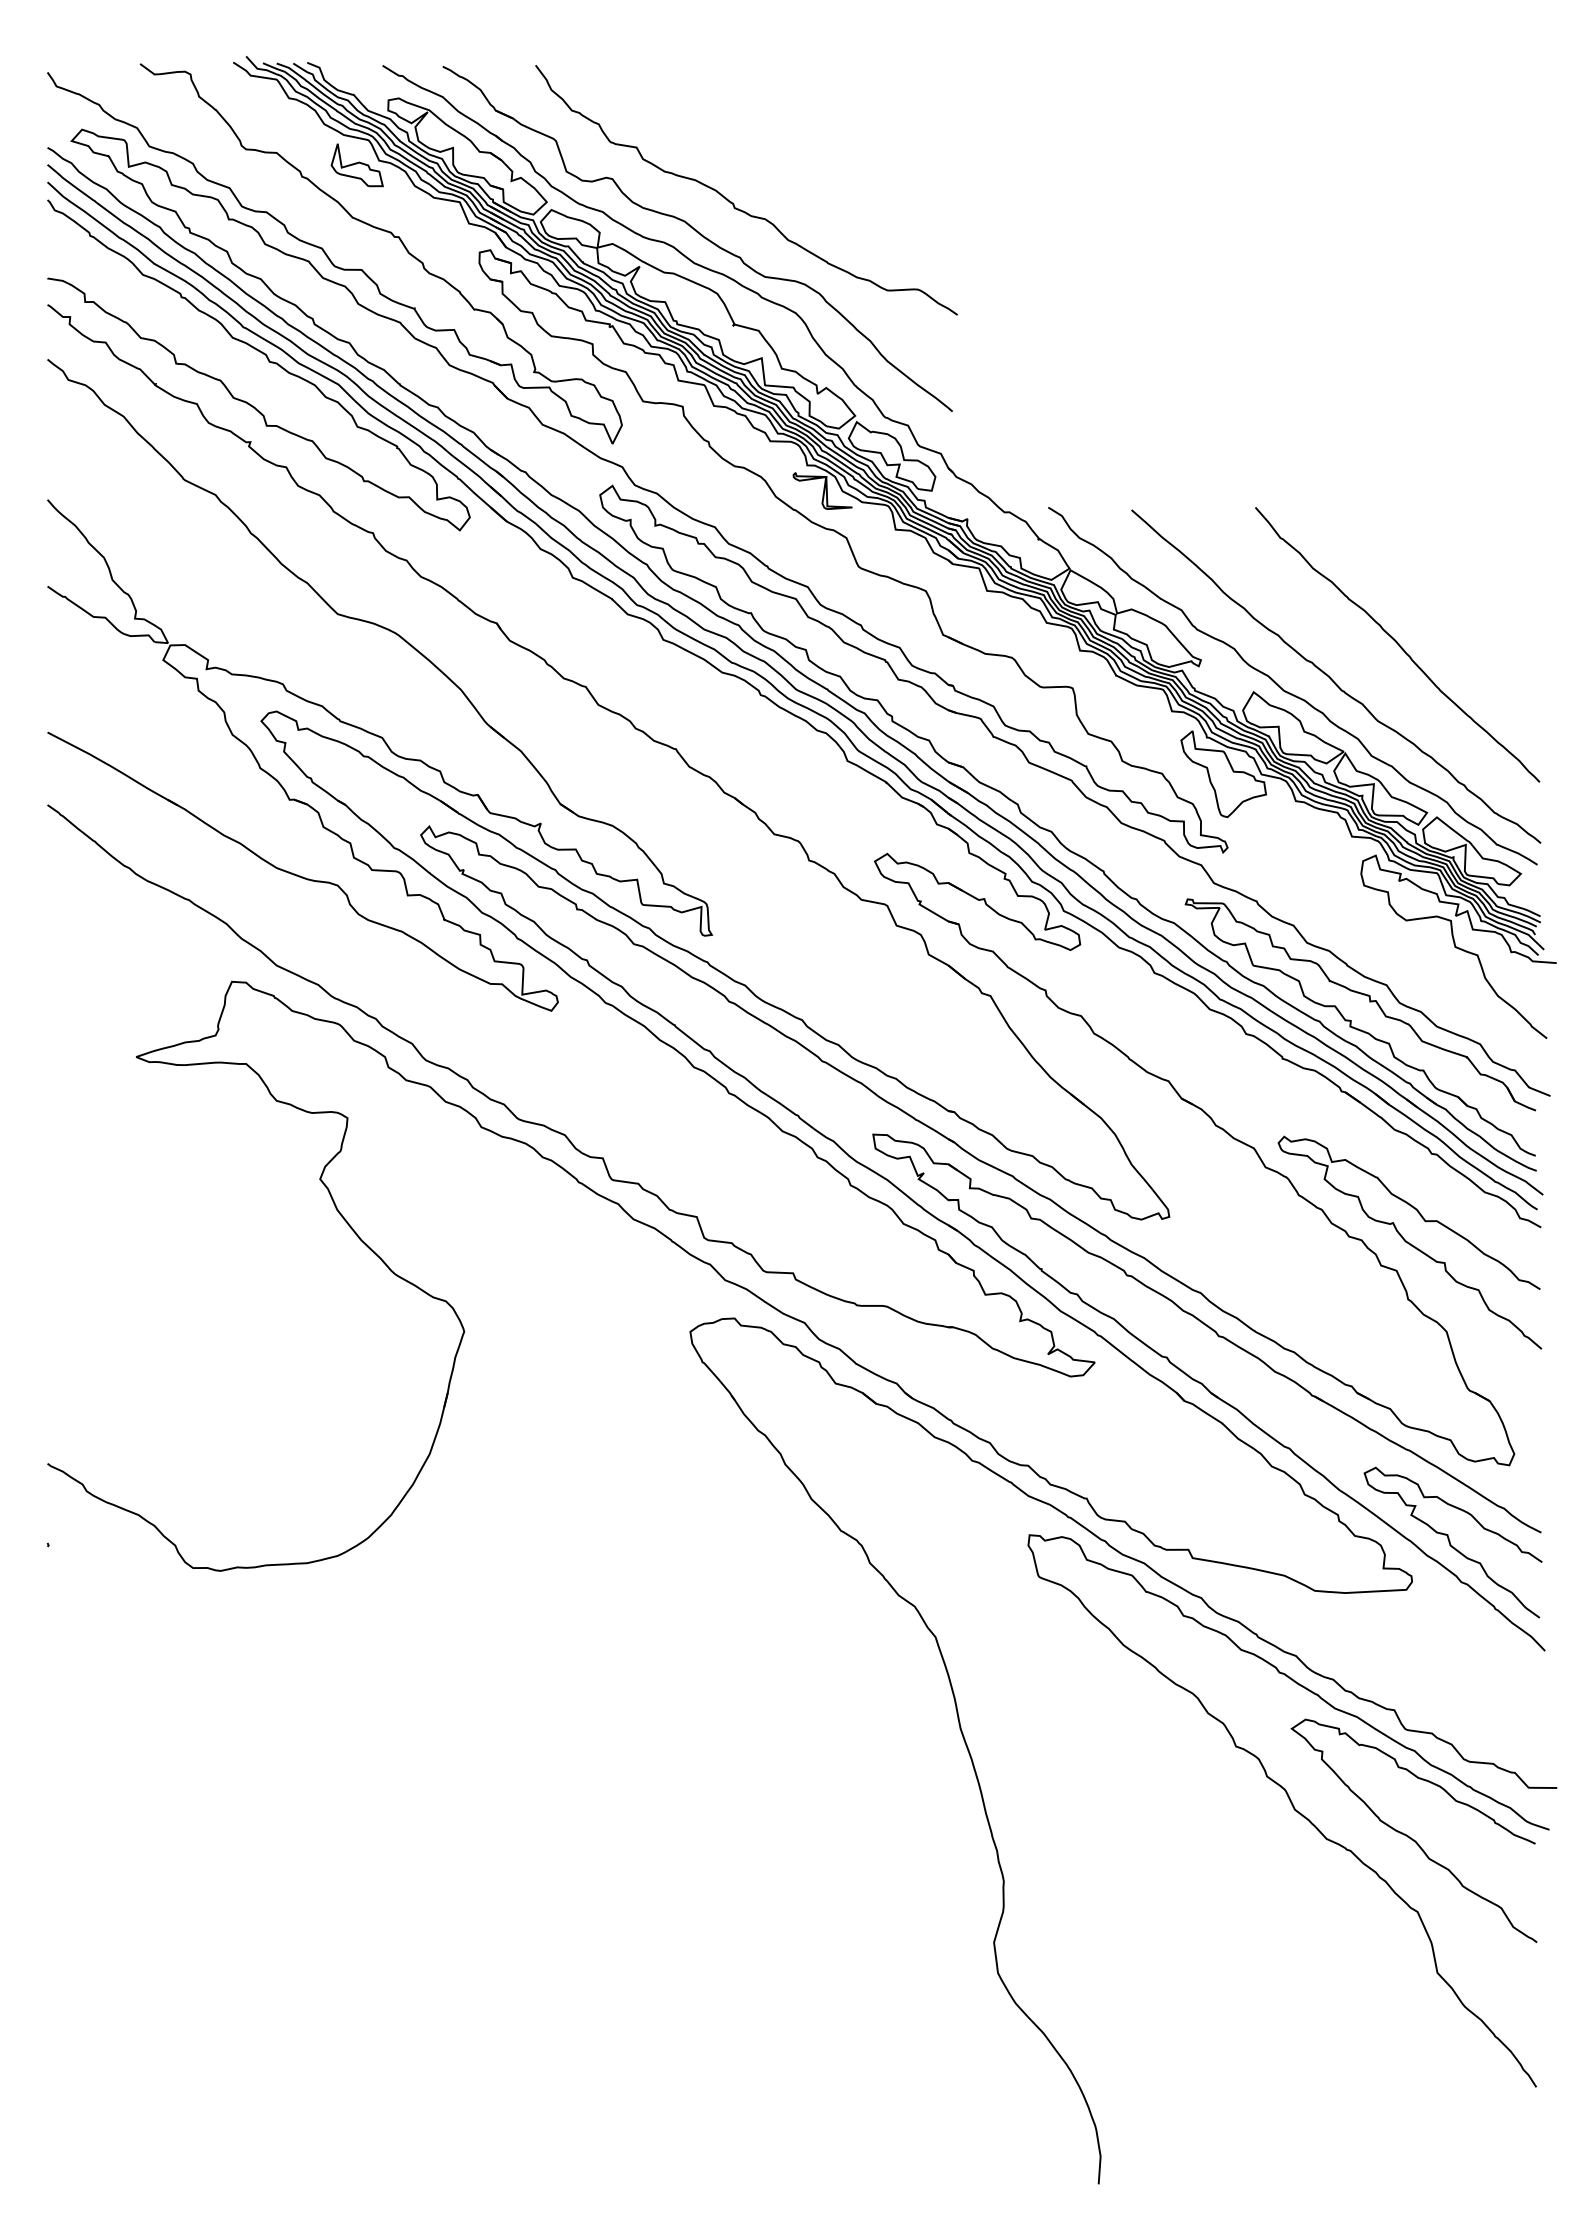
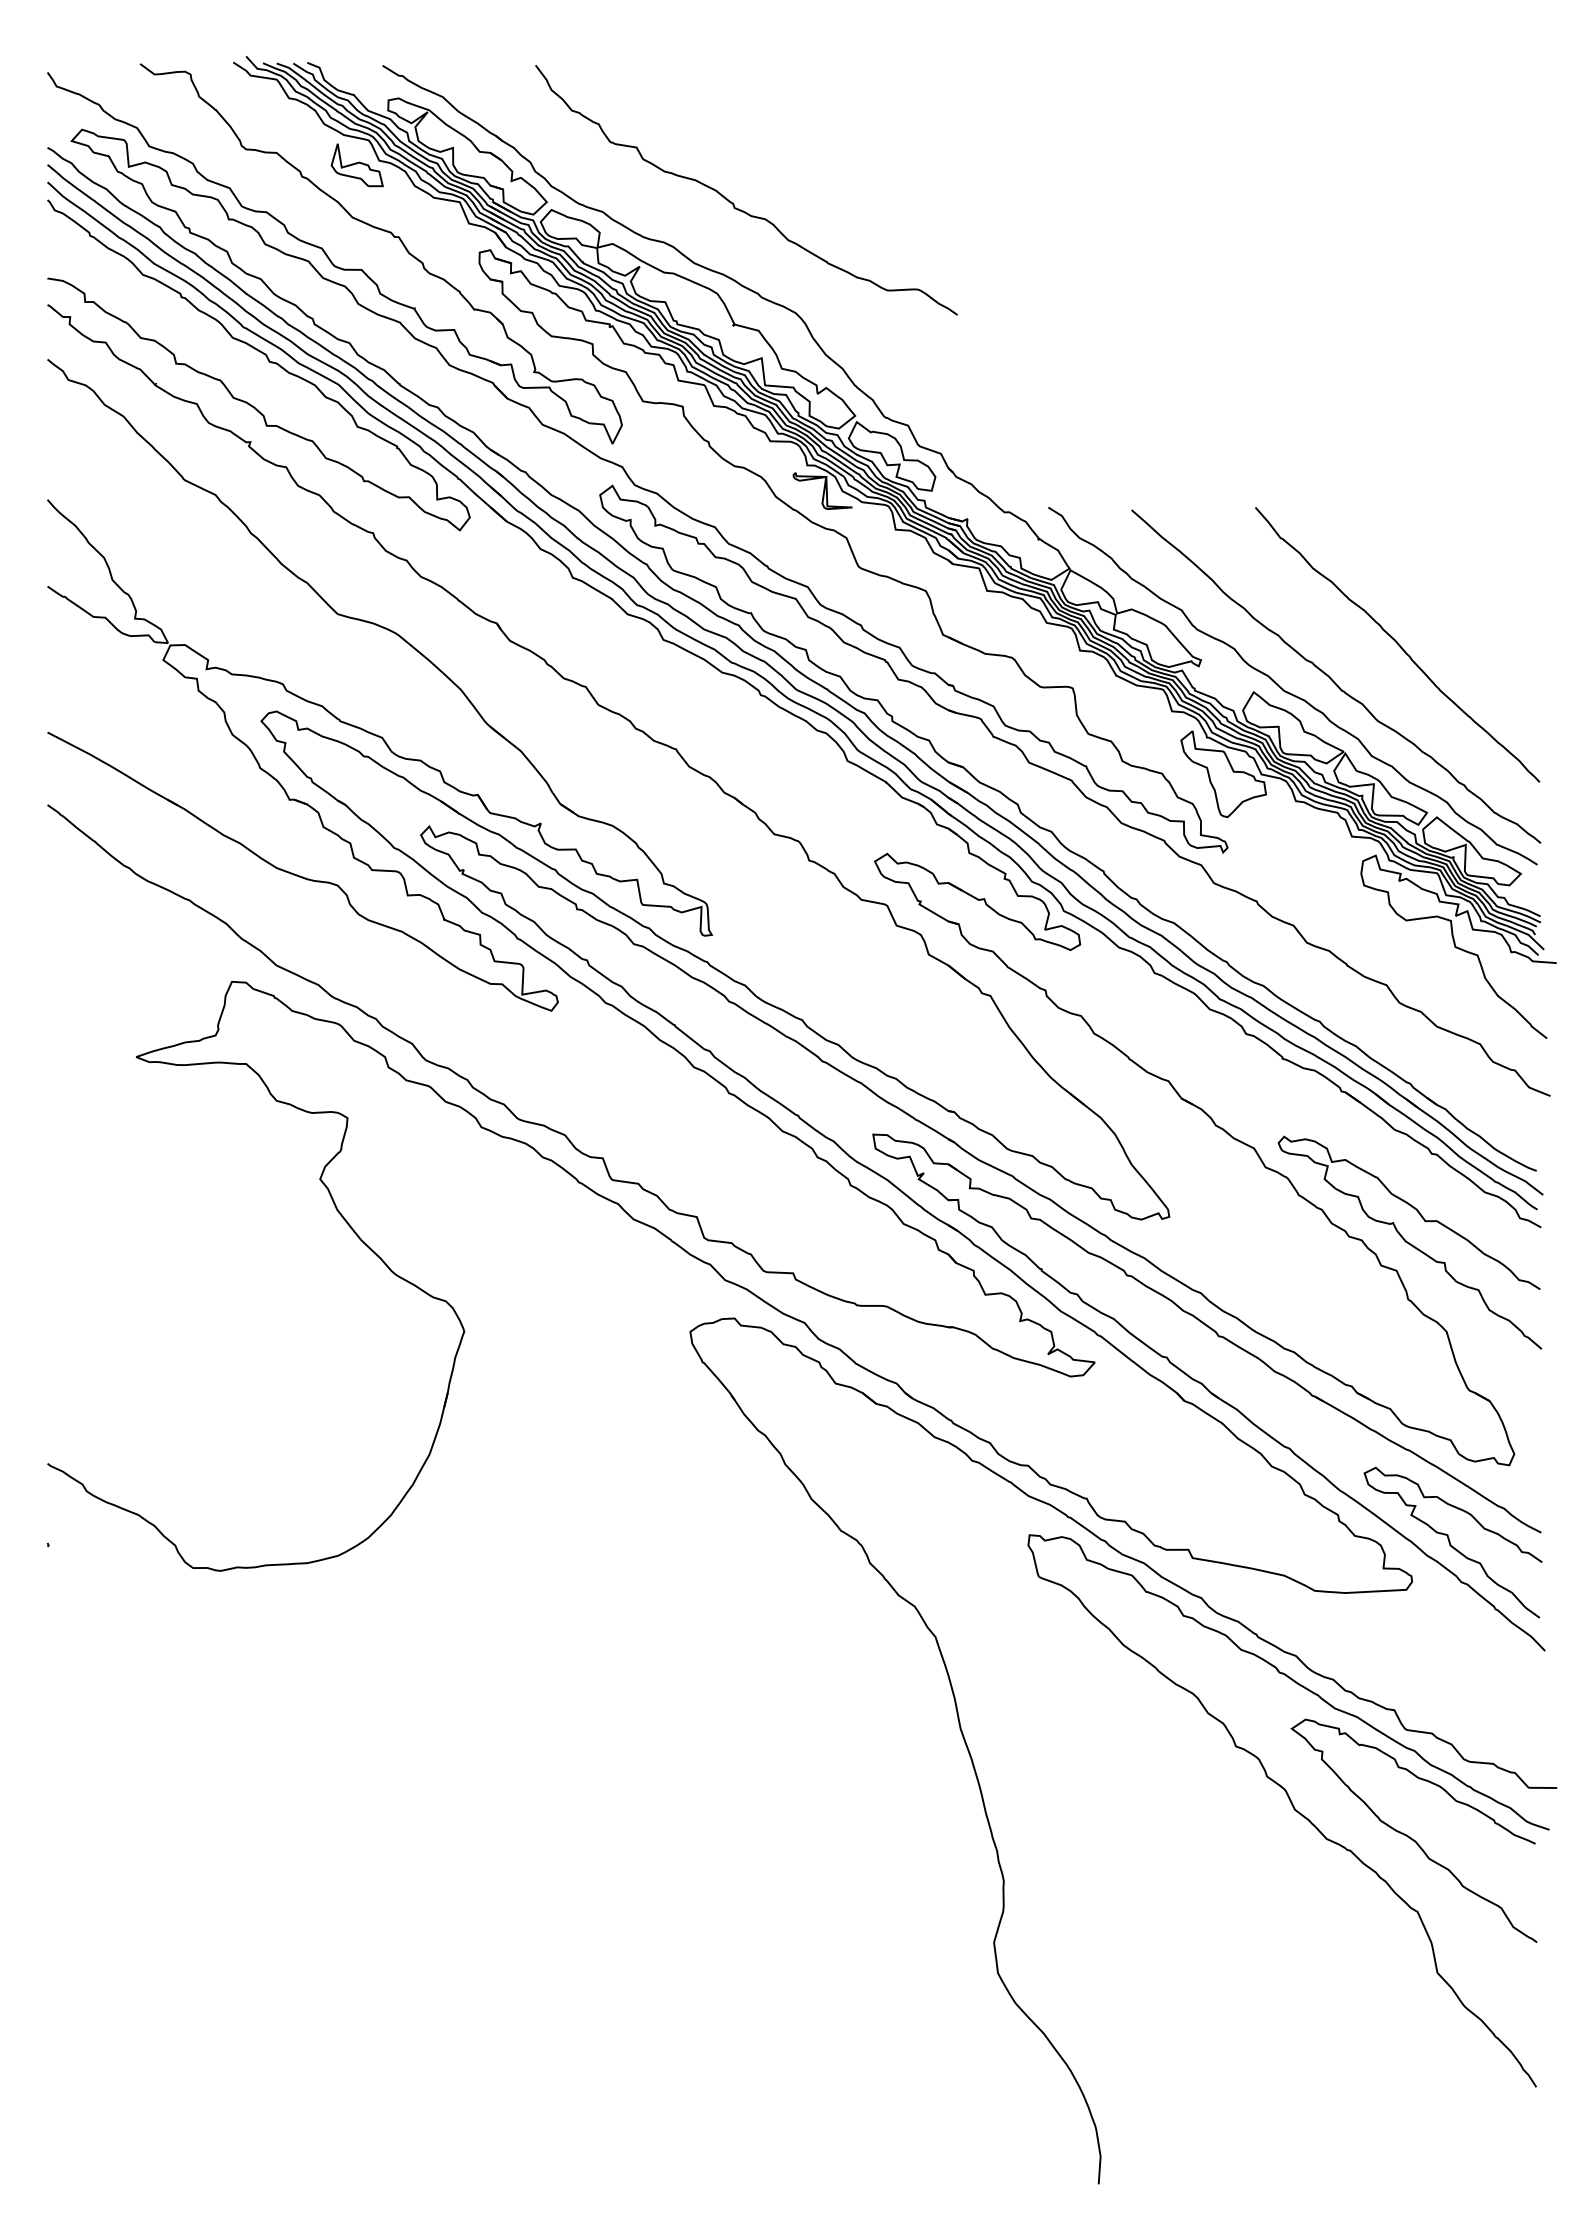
part at (697, 238): present -> none
part at (1359, 1027): present -> none
